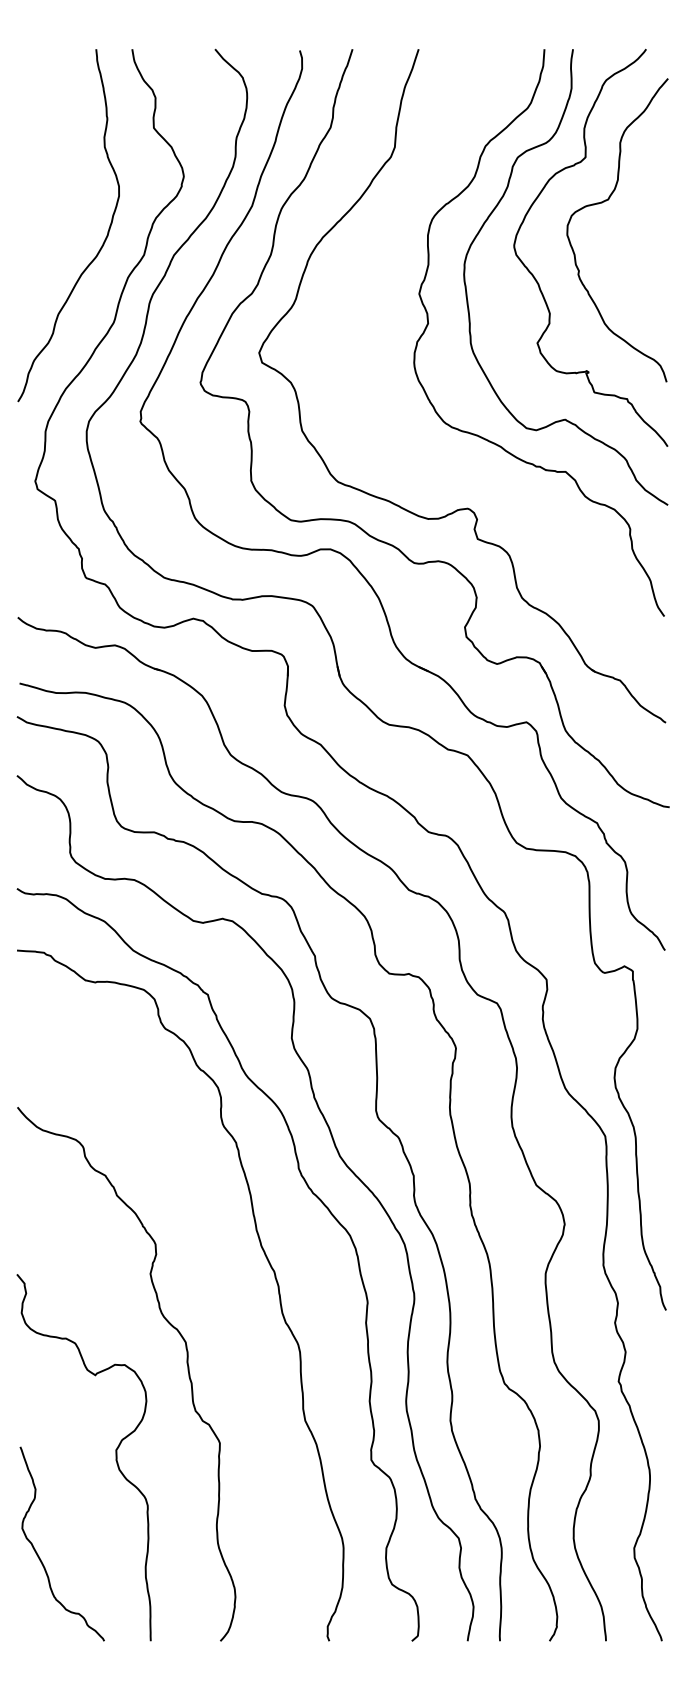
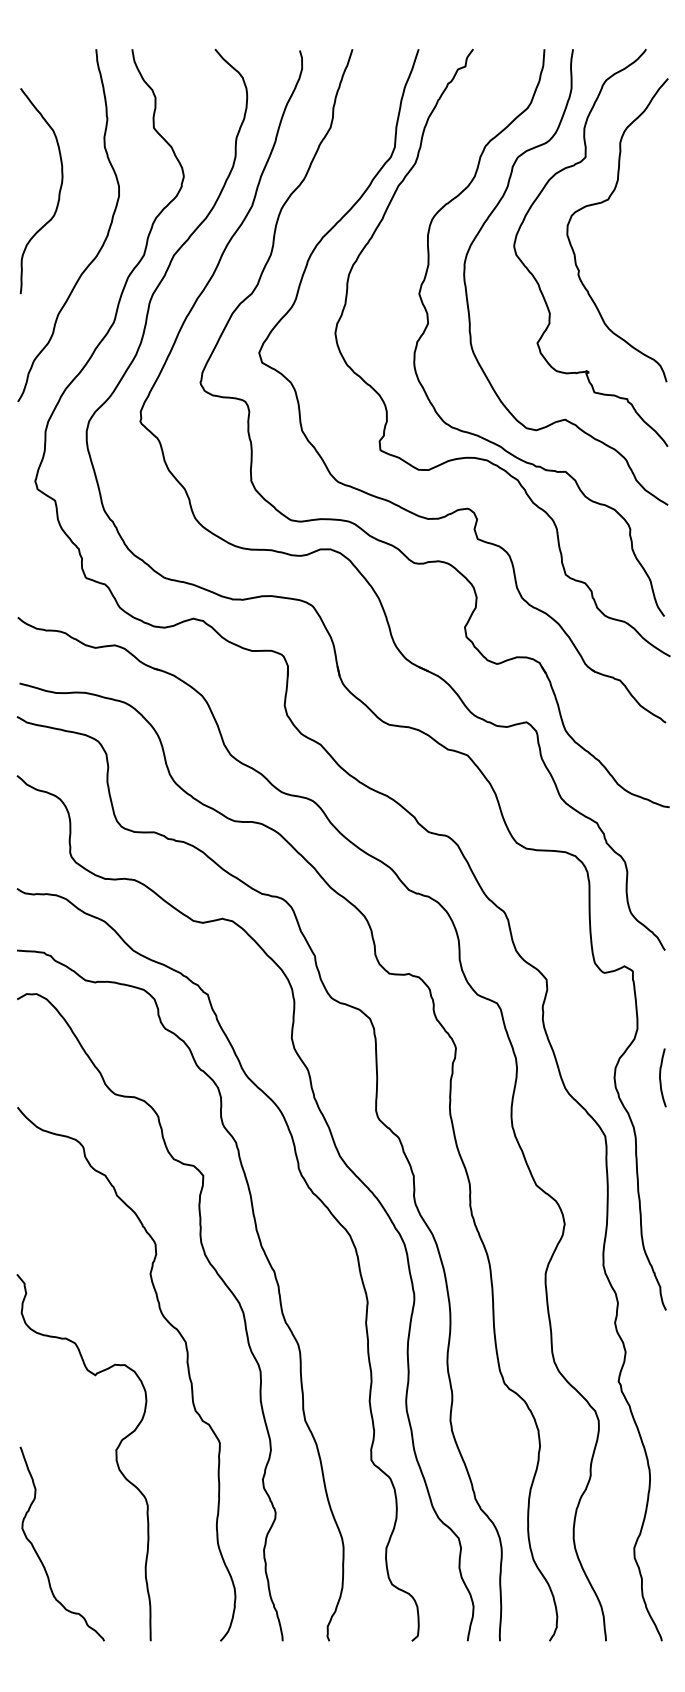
curve at (58, 192): none -> present
curve at (483, 458): none -> present
curve at (660, 1077): none -> present
curve at (216, 1274): none -> present
